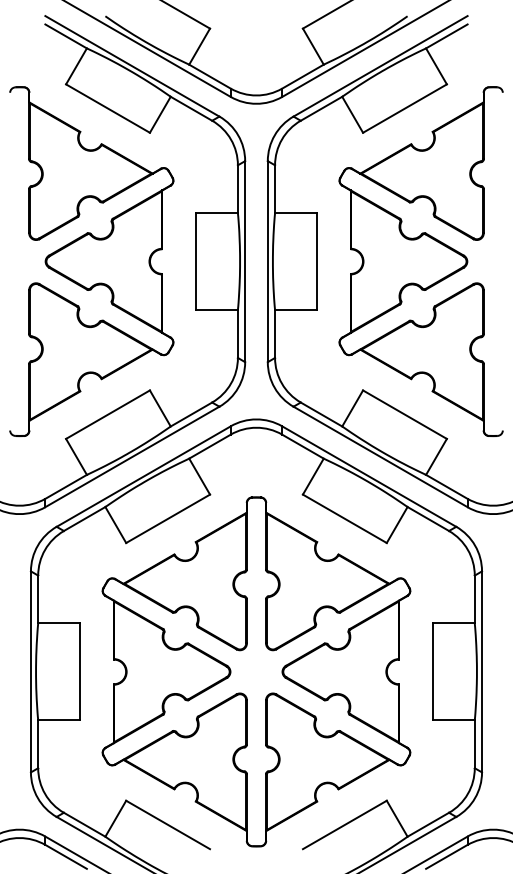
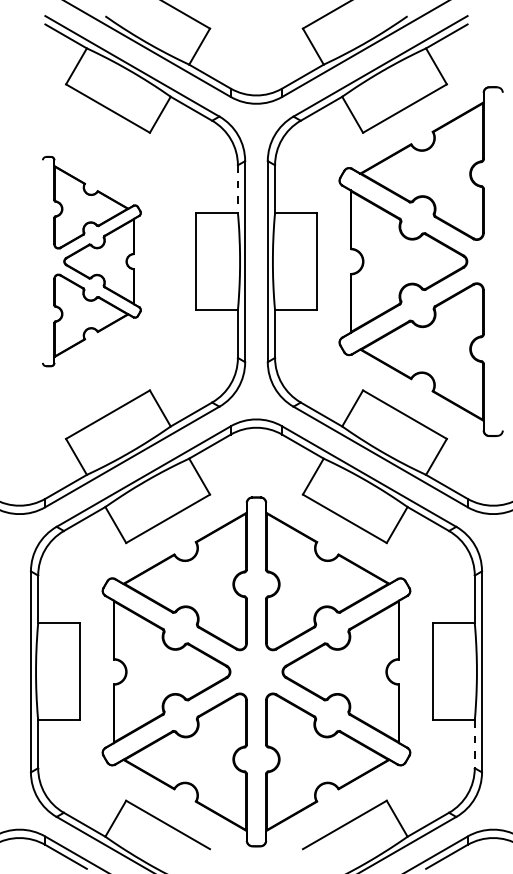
line at (237, 189): solid -> dashed
part at (91, 261) size: 166x351 px -> 100x212 px
line at (474, 744): solid -> dashed
